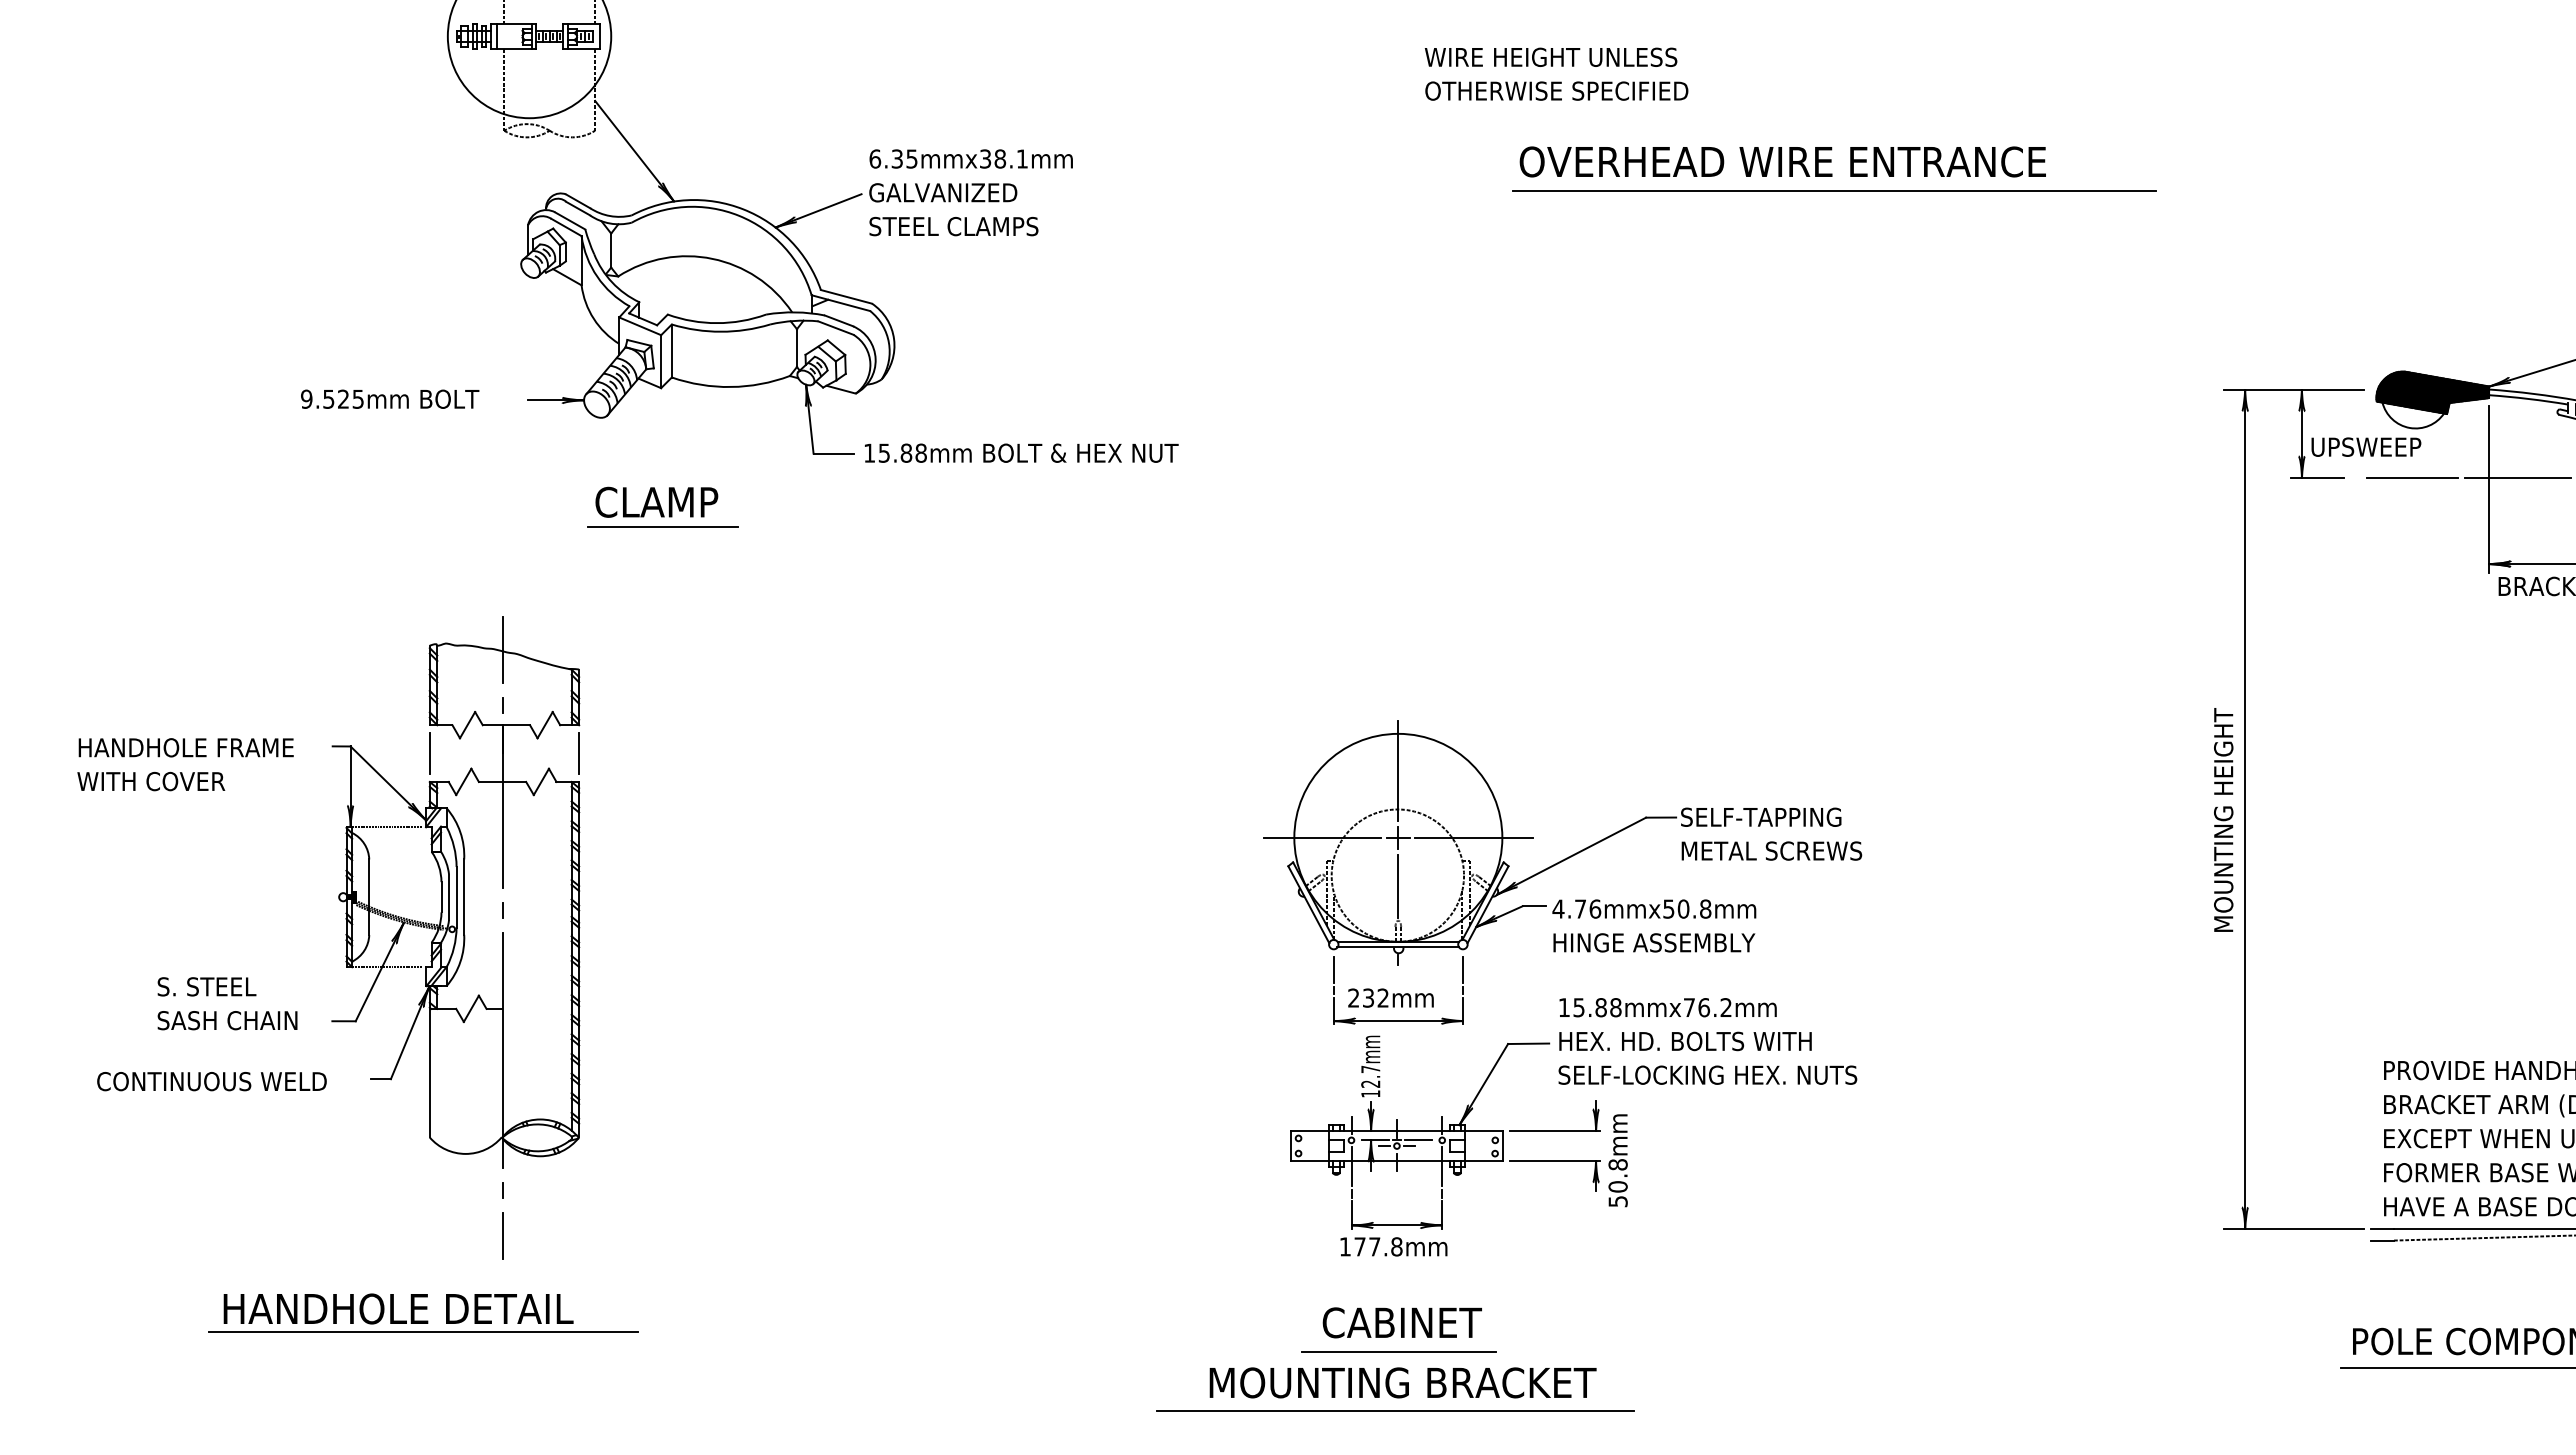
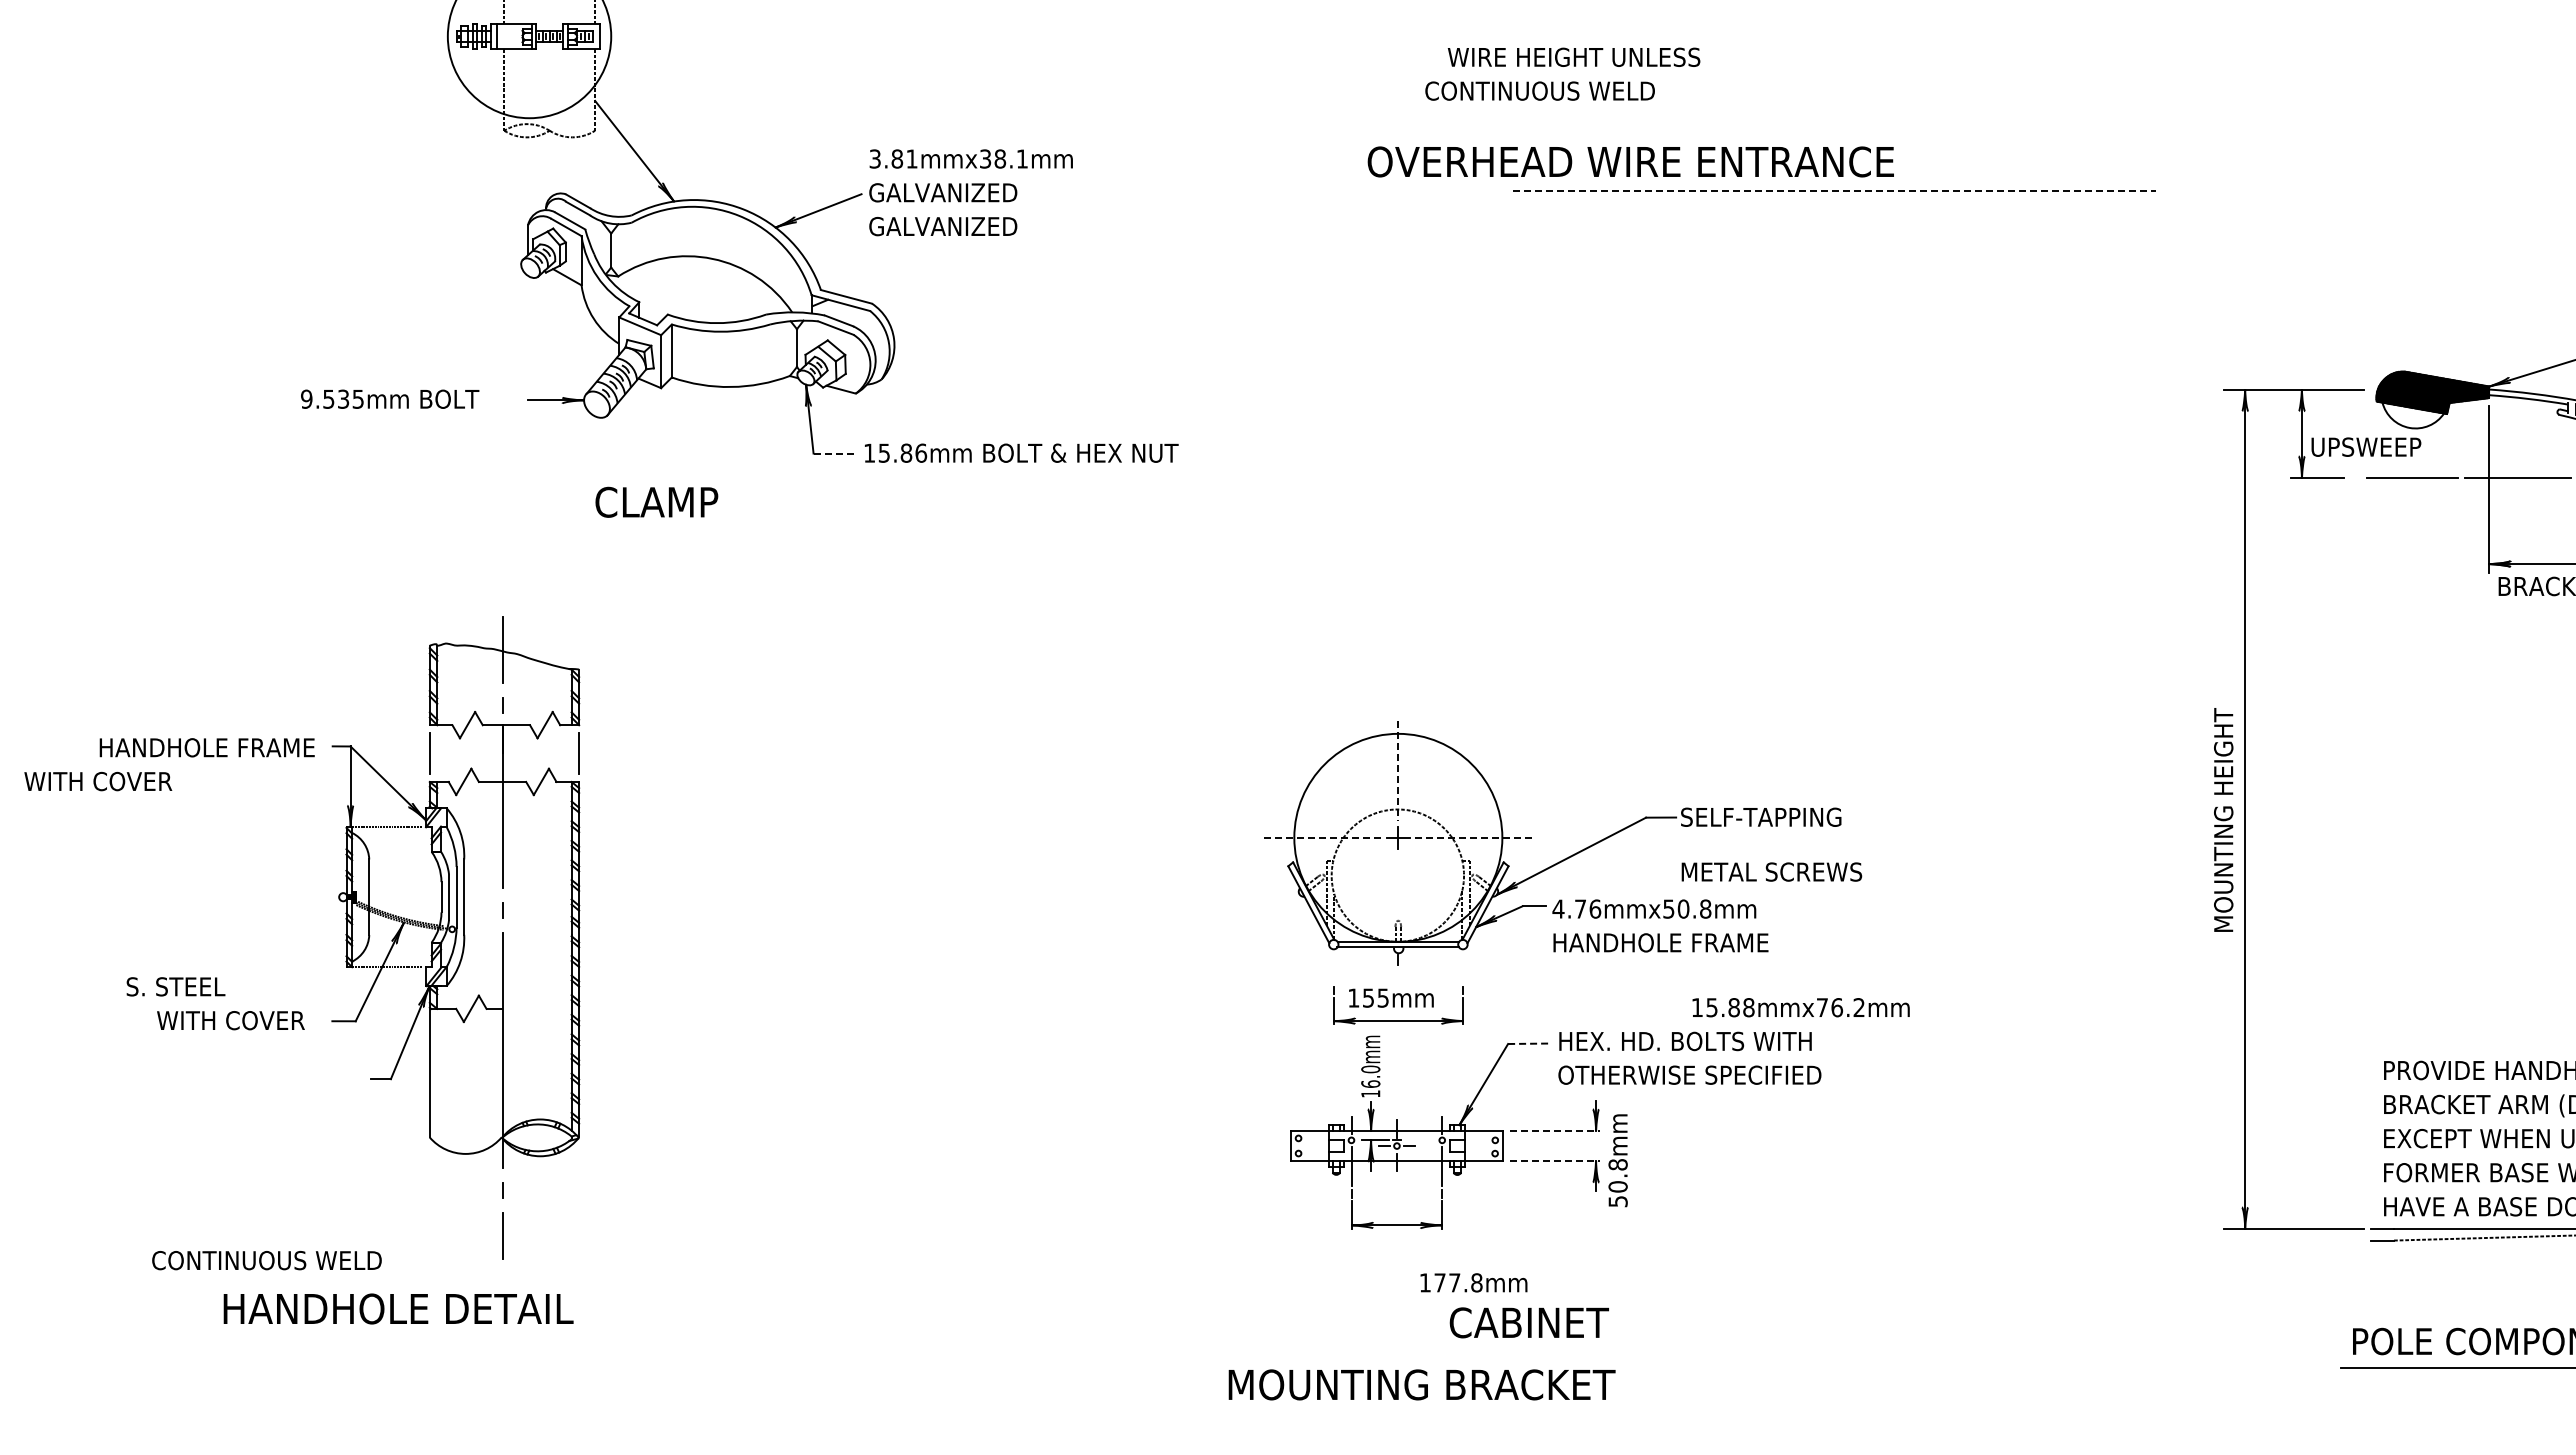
text at (1550, 56) position: (1550, 56) -> (1573, 56)
text at (1559, 90): OTHERWISE SPECIFIED -> CONTINUOUS WELD
text at (893, 158): 6.35mmx38.1mm -> 3.81mmx38.1mm
text at (1782, 161) position: (1782, 161) -> (1630, 161)
line at (1834, 190): solid -> dashed
text at (953, 226): STEEL CLAMPS -> GALVANIZED
text at (343, 399): 9.525mm -> 9.535mm
text at (921, 452): 15.88mm -> 15.86mm
line at (834, 453): solid -> dashed
line at (663, 526): present -> none
text at (185, 747) position: (185, 747) -> (206, 747)
line at (1398, 771): solid -> dashed
text at (151, 781) position: (151, 781) -> (98, 781)
line at (1322, 837): solid -> dashed
line at (1473, 837): solid -> dashed
text at (1771, 850) position: (1771, 850) -> (1771, 871)
line at (1398, 886): present -> none
text at (1668, 942): HINGE ASSEMBLY -> HANDHOLE FRAME
line at (1333, 969): present -> none
line at (1463, 969): present -> none
text at (206, 986) position: (206, 986) -> (175, 986)
text at (1368, 997): 232mm -> 155mm
text at (1667, 1007) position: (1667, 1007) -> (1800, 1007)
text at (230, 1020): SASH CHAIN -> WITH COVER
line at (1528, 1043): solid -> dashed
text at (1707, 1074): SELF-LOCKING HEX. NUTS -> OTHERWISE SPECIFIED
text at (1370, 1076): 12.7mm -> 16.0mm
text at (211, 1081) position: (211, 1081) -> (266, 1260)
line at (1555, 1130): solid -> dashed
line at (1417, 1140): present -> none
line at (1555, 1161): solid -> dashed
text at (1393, 1246) position: (1393, 1246) -> (1473, 1282)
text at (1401, 1322) position: (1401, 1322) -> (1528, 1322)
line at (423, 1332): present -> none
line at (1398, 1352): present -> none
text at (1402, 1382) position: (1402, 1382) -> (1421, 1384)
line at (1395, 1411): present -> none
